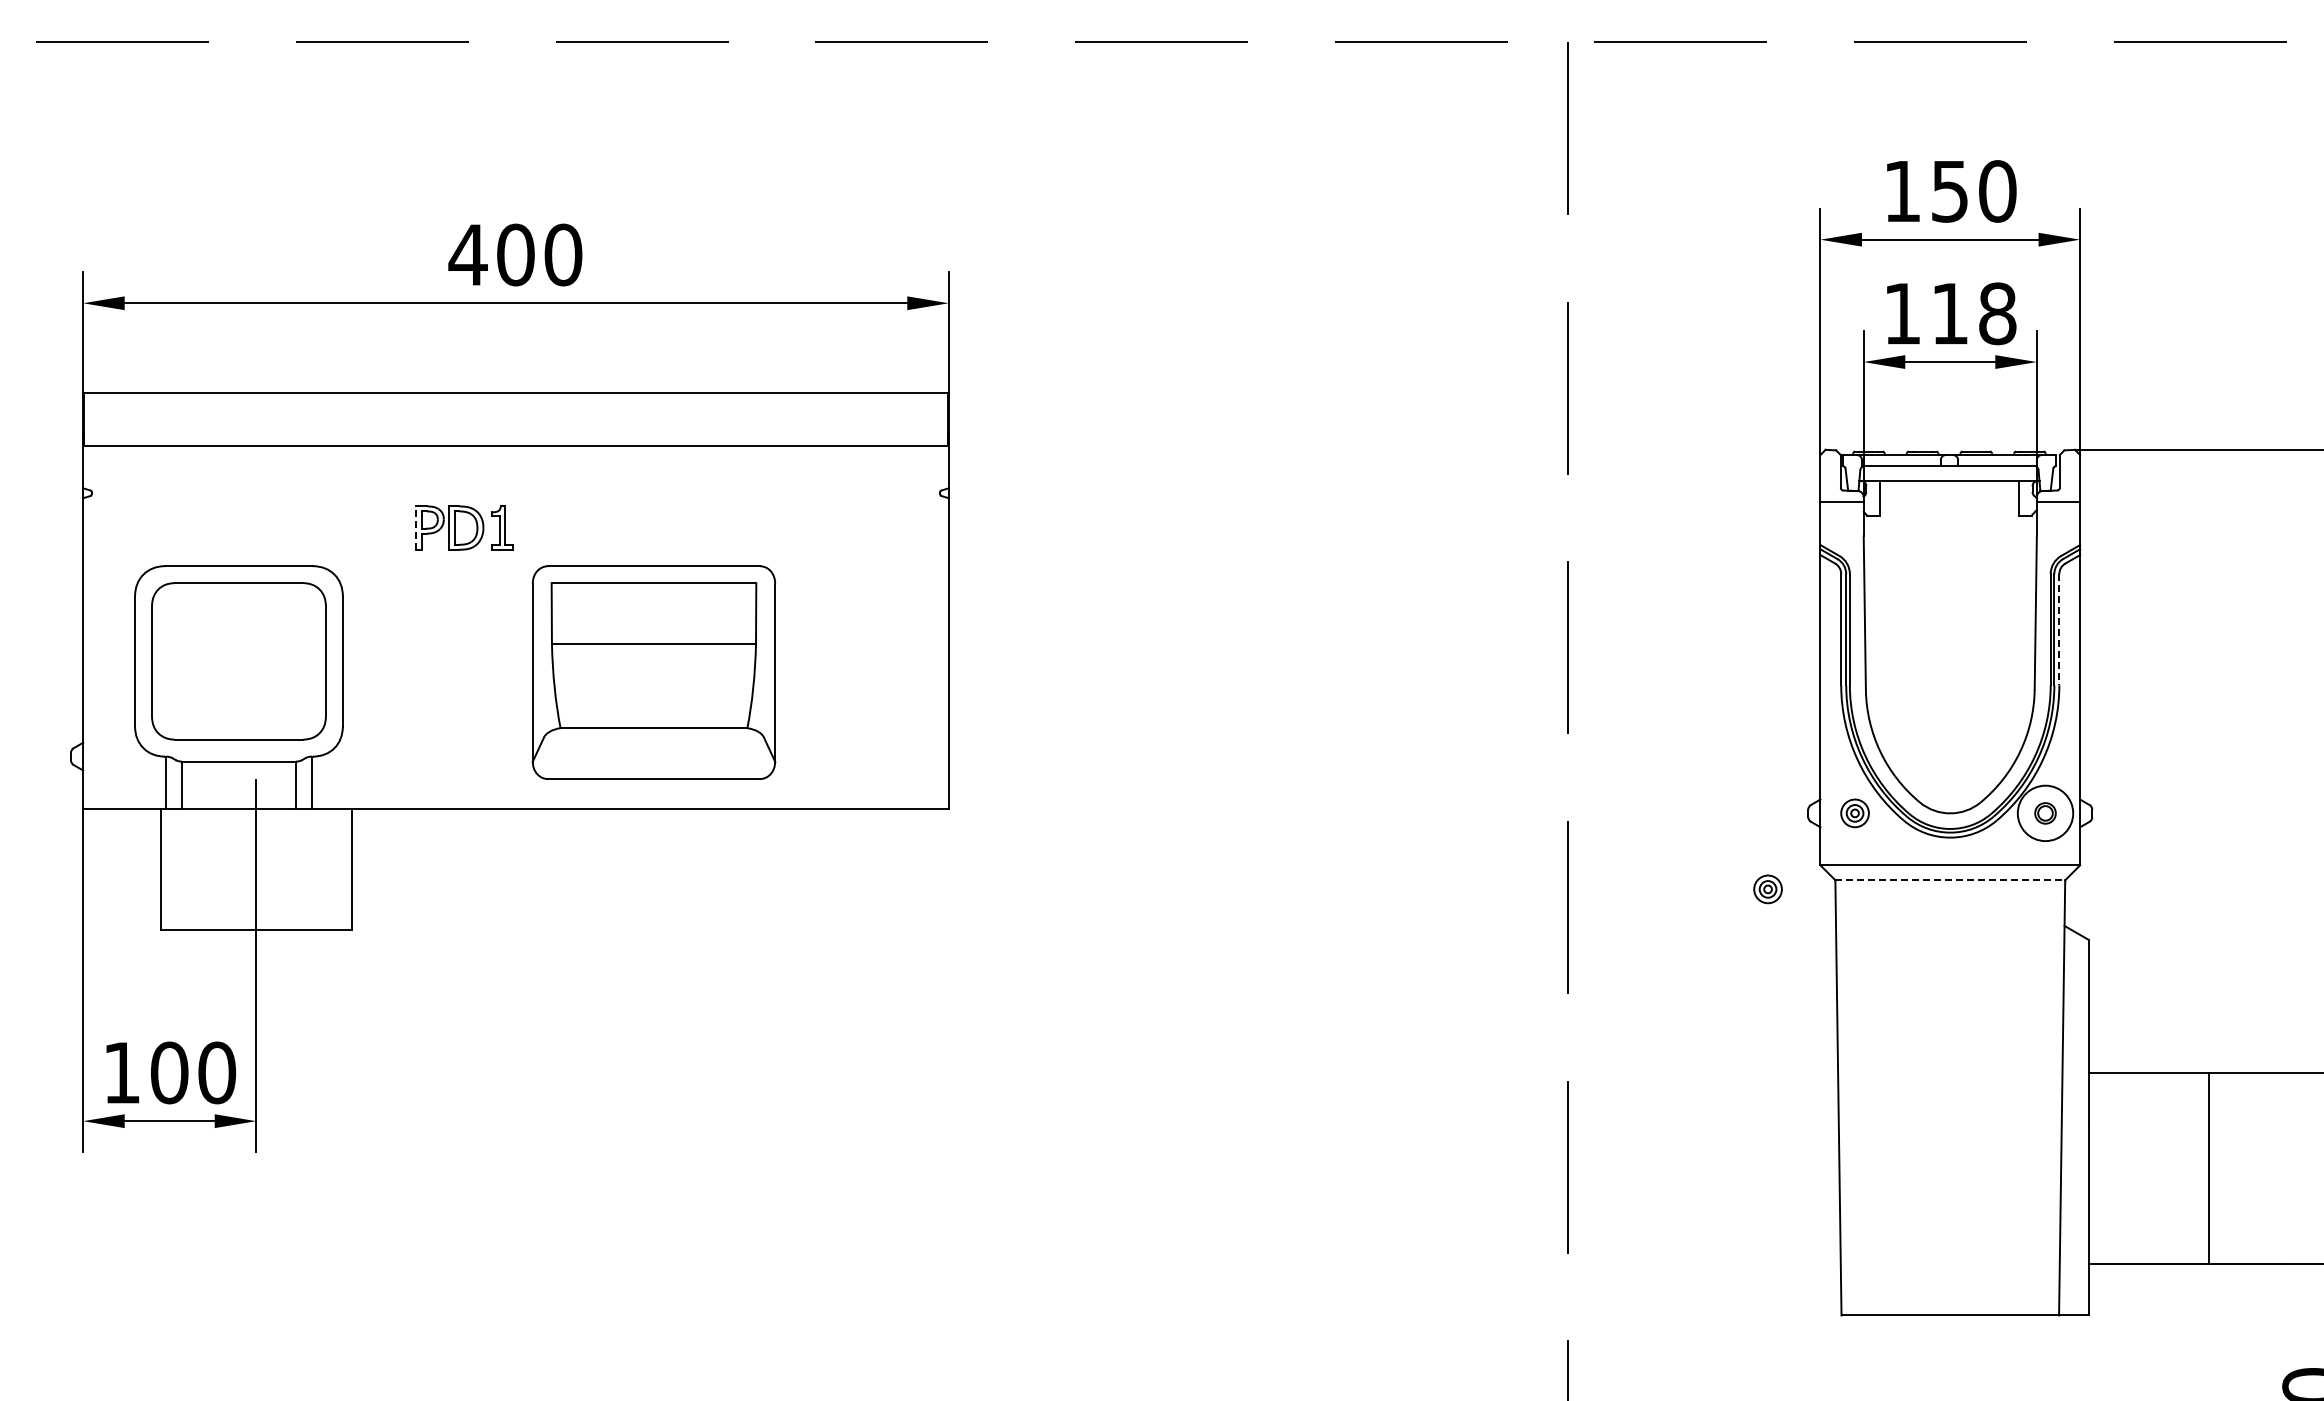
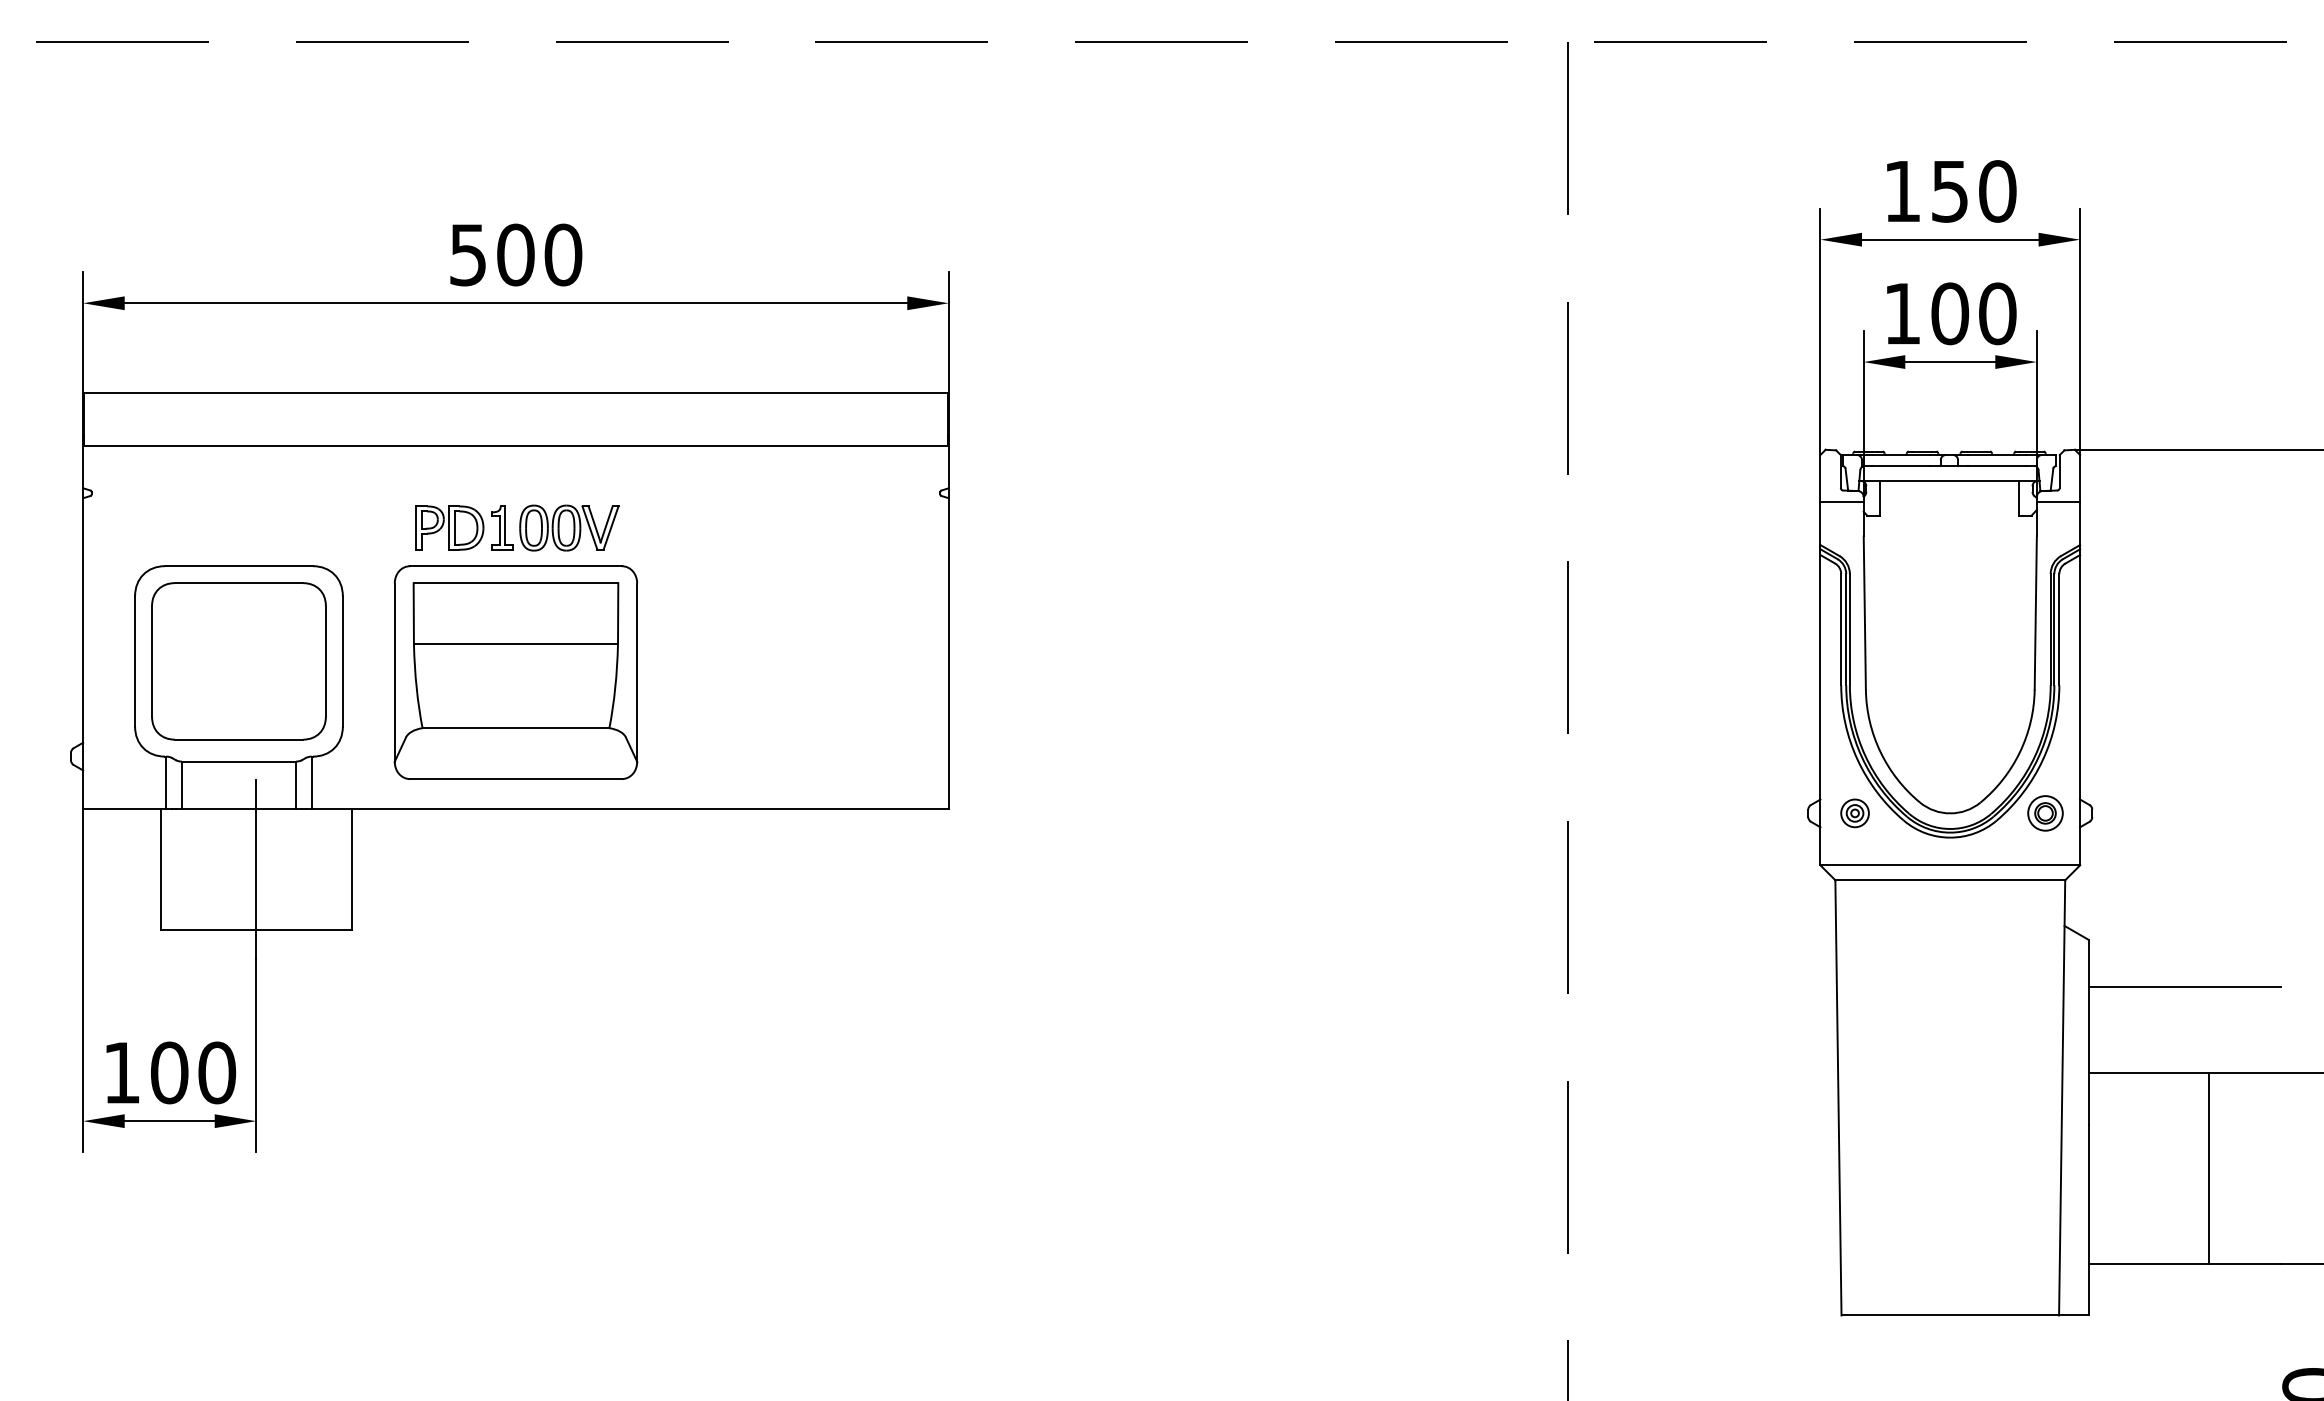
text at (467, 255): 400 -> 500
text at (1973, 313): 118 -> 100
part at (569, 527): none -> present
line at (416, 528): dashed -> solid
line at (2059, 629): dashed -> solid
part at (653, 672) position: (653, 672) -> (515, 672)
circle at (2045, 813) diameter: 55 px -> 35 px
line at (1950, 880): dashed -> solid
part at (1767, 889): present -> none
line at (2184, 986): none -> present
